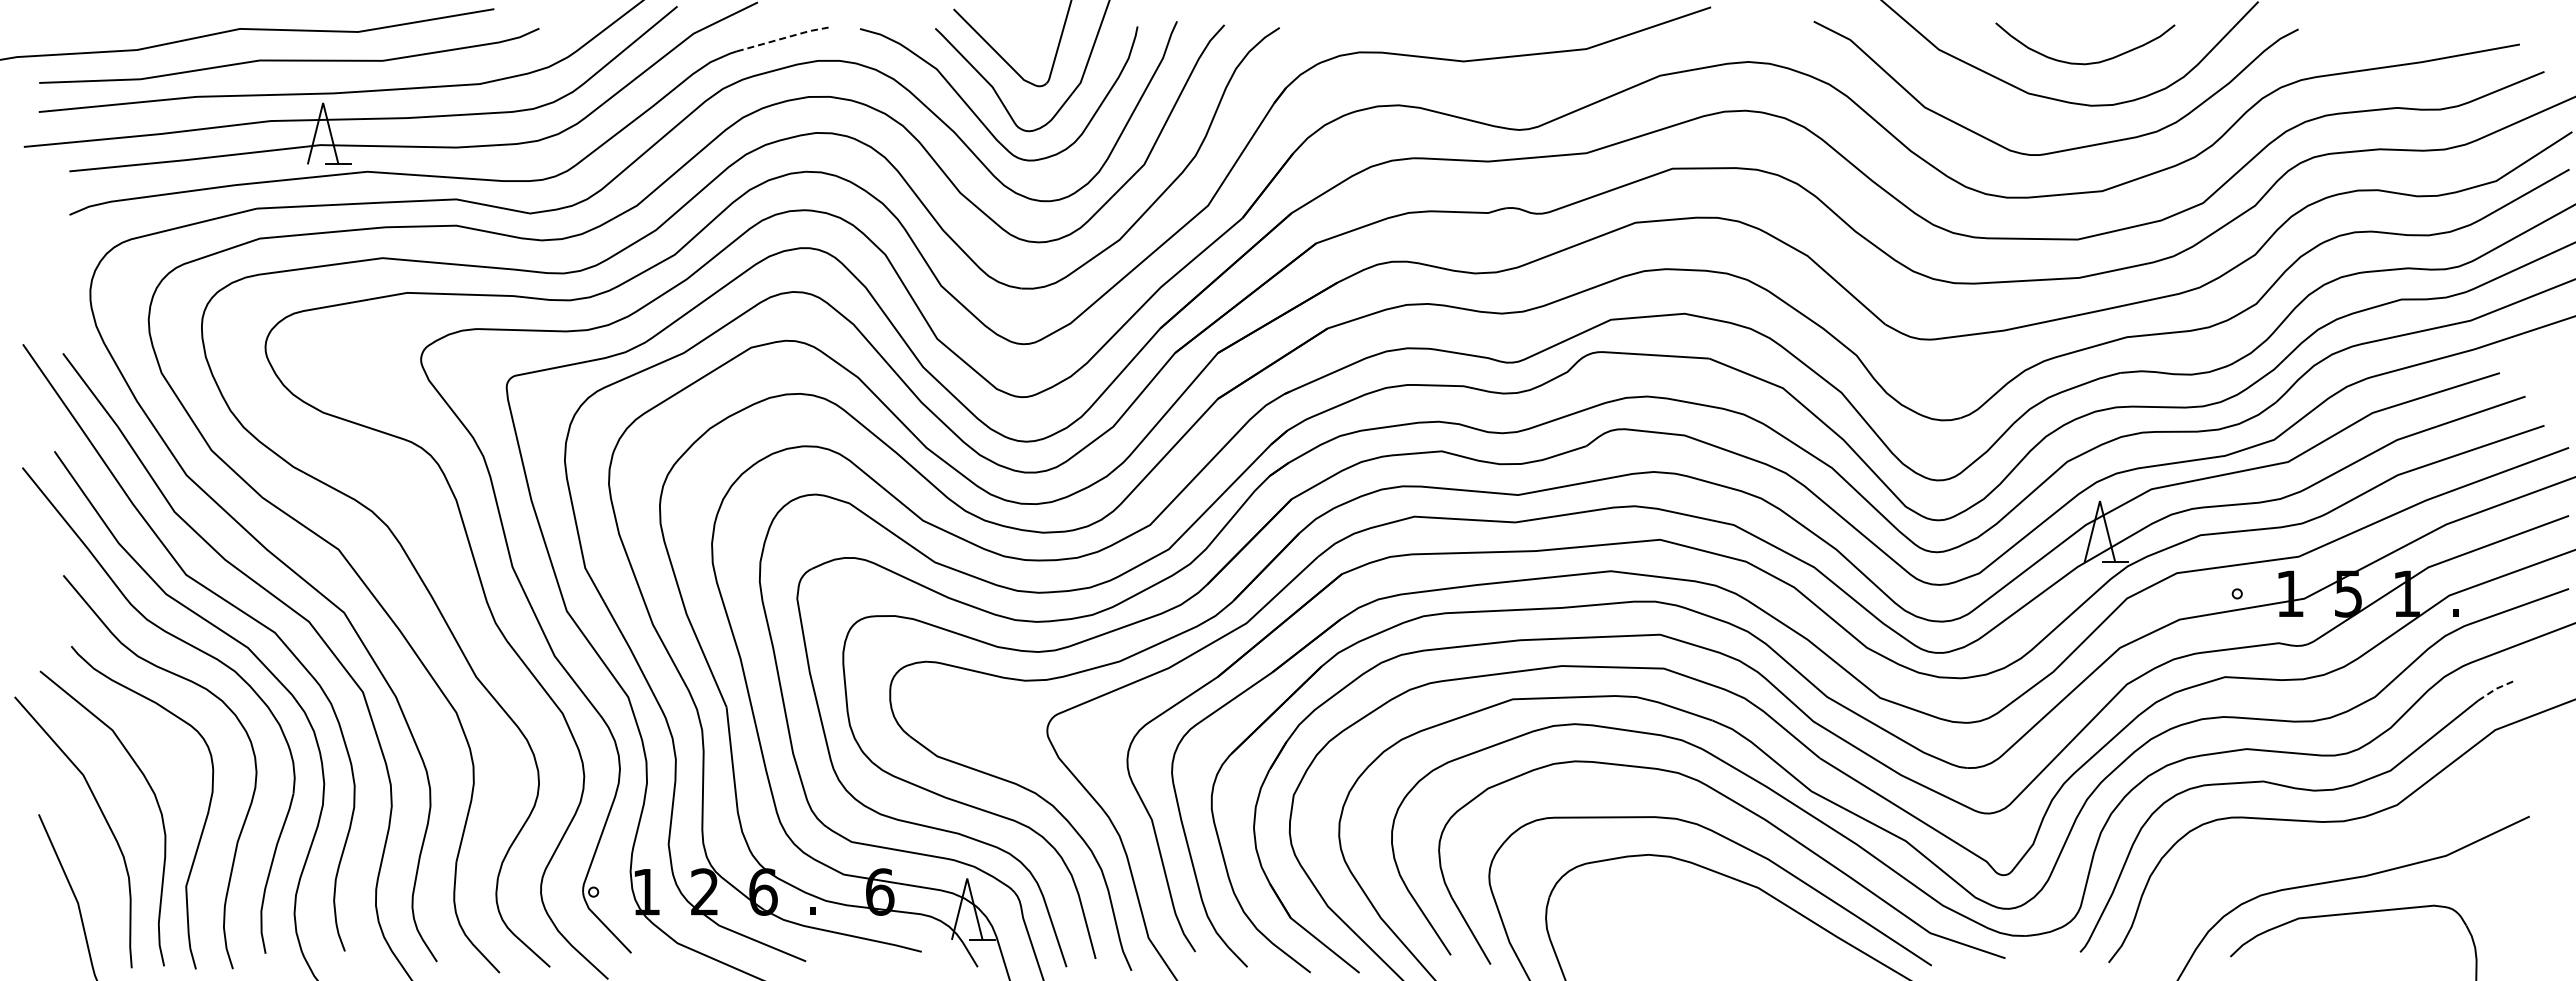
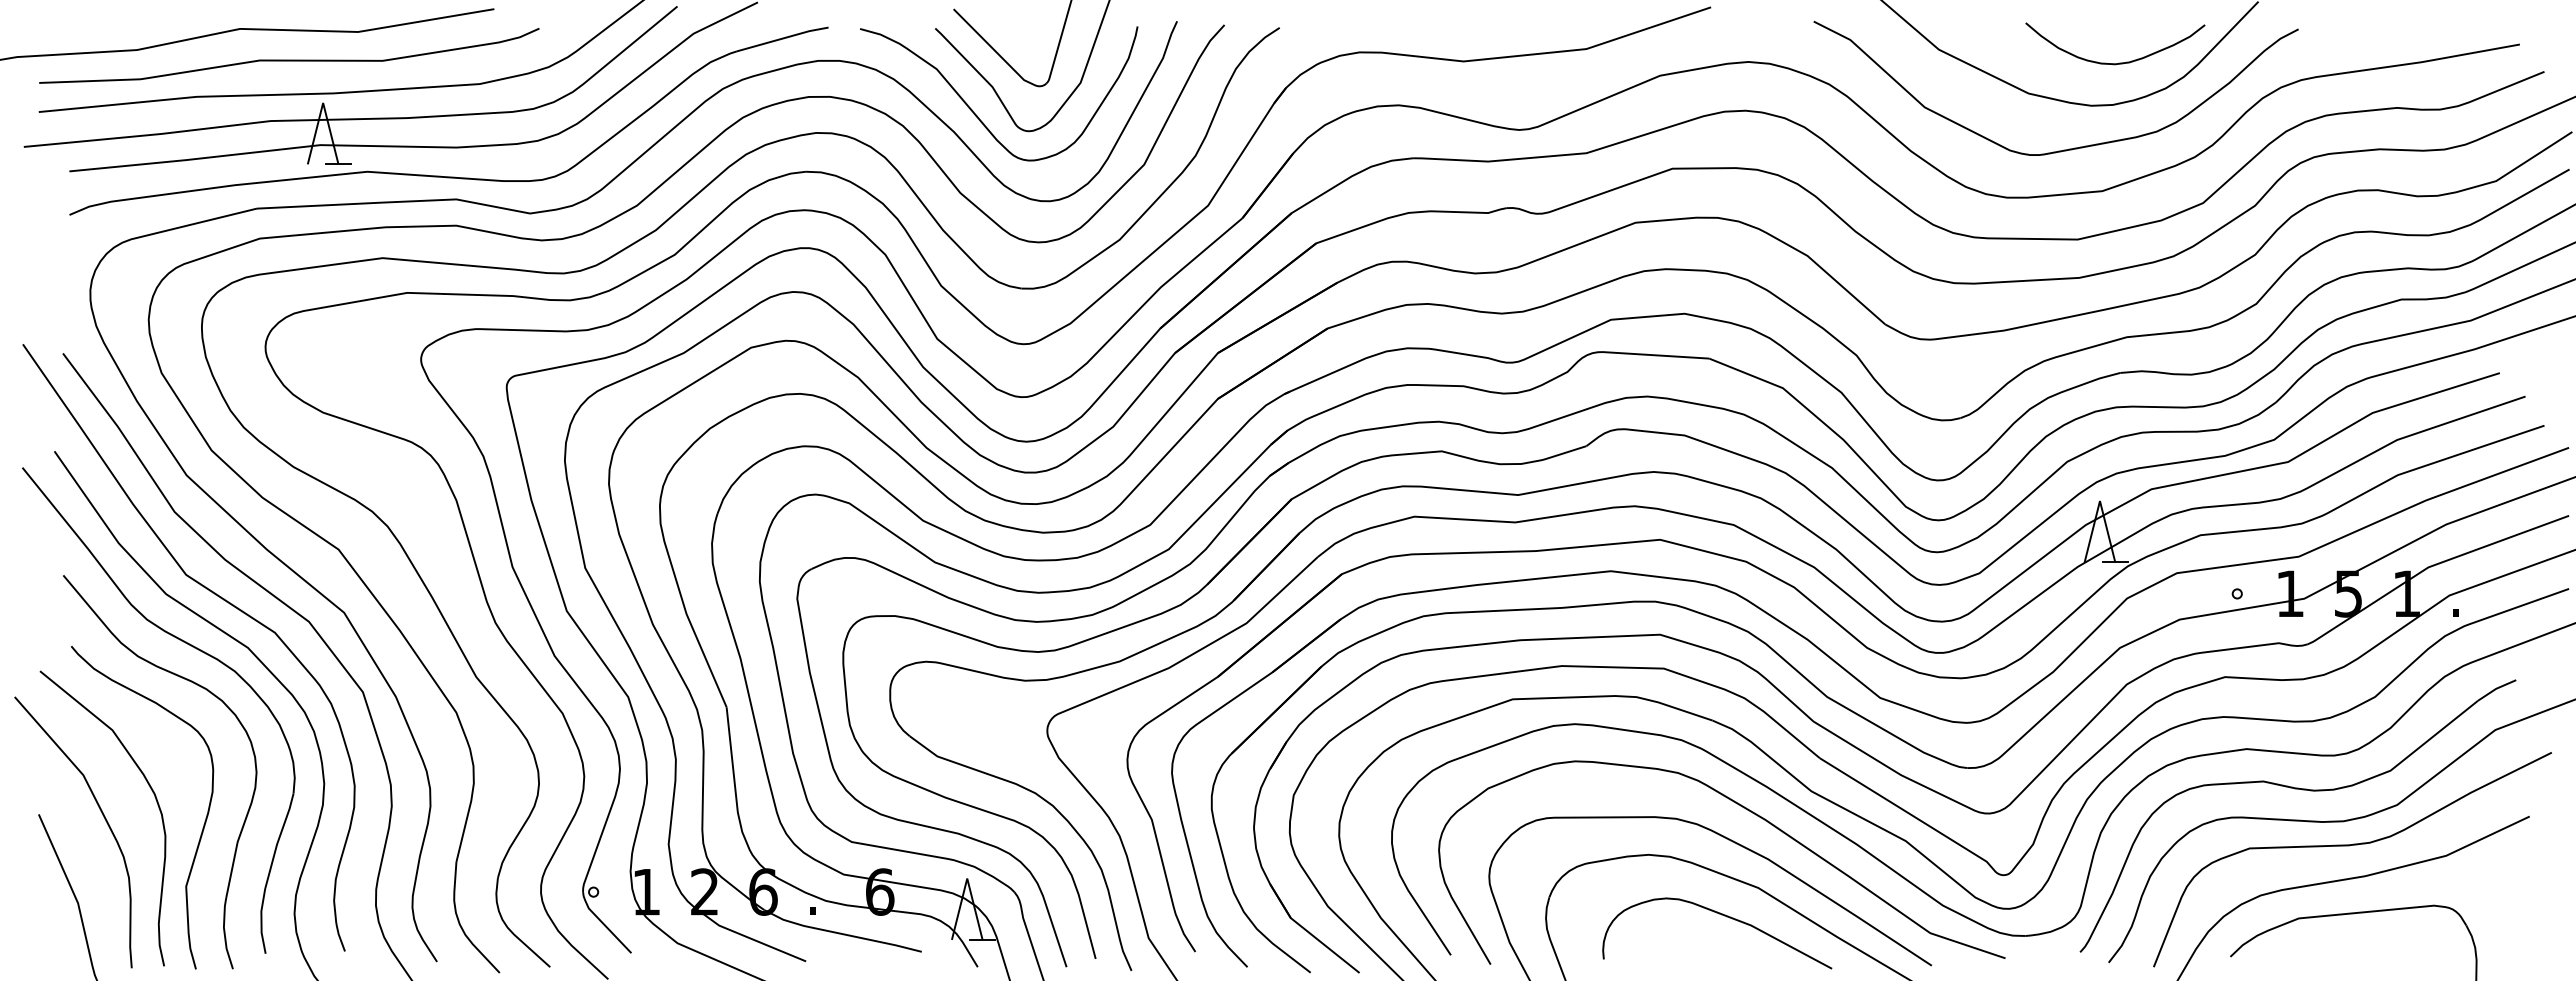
line at (783, 38): dashed -> solid
curve at (2089, 62) position: (2089, 62) -> (2119, 62)
line at (2496, 688): dashed -> solid
curve at (2349, 846): none -> present
curve at (1724, 916): none -> present
